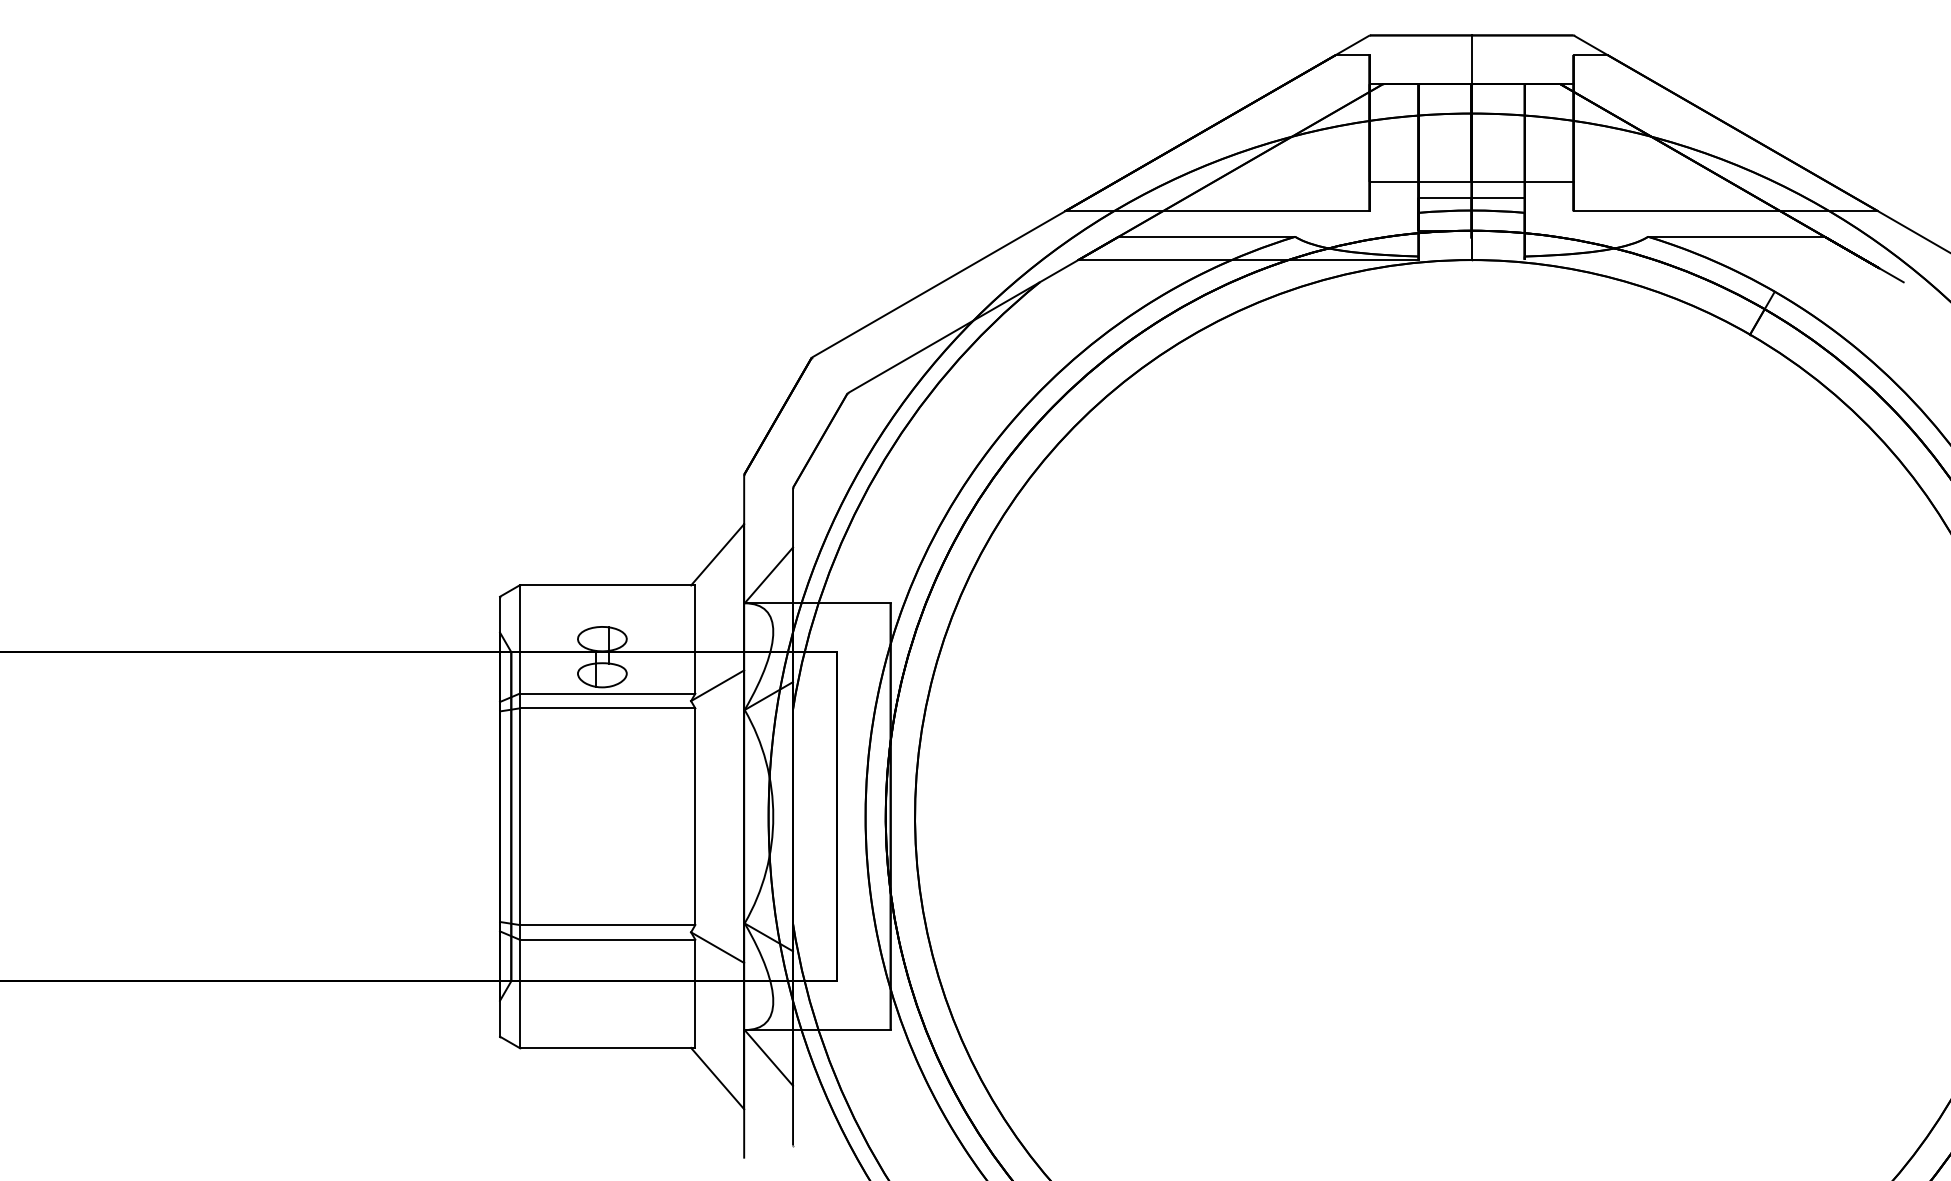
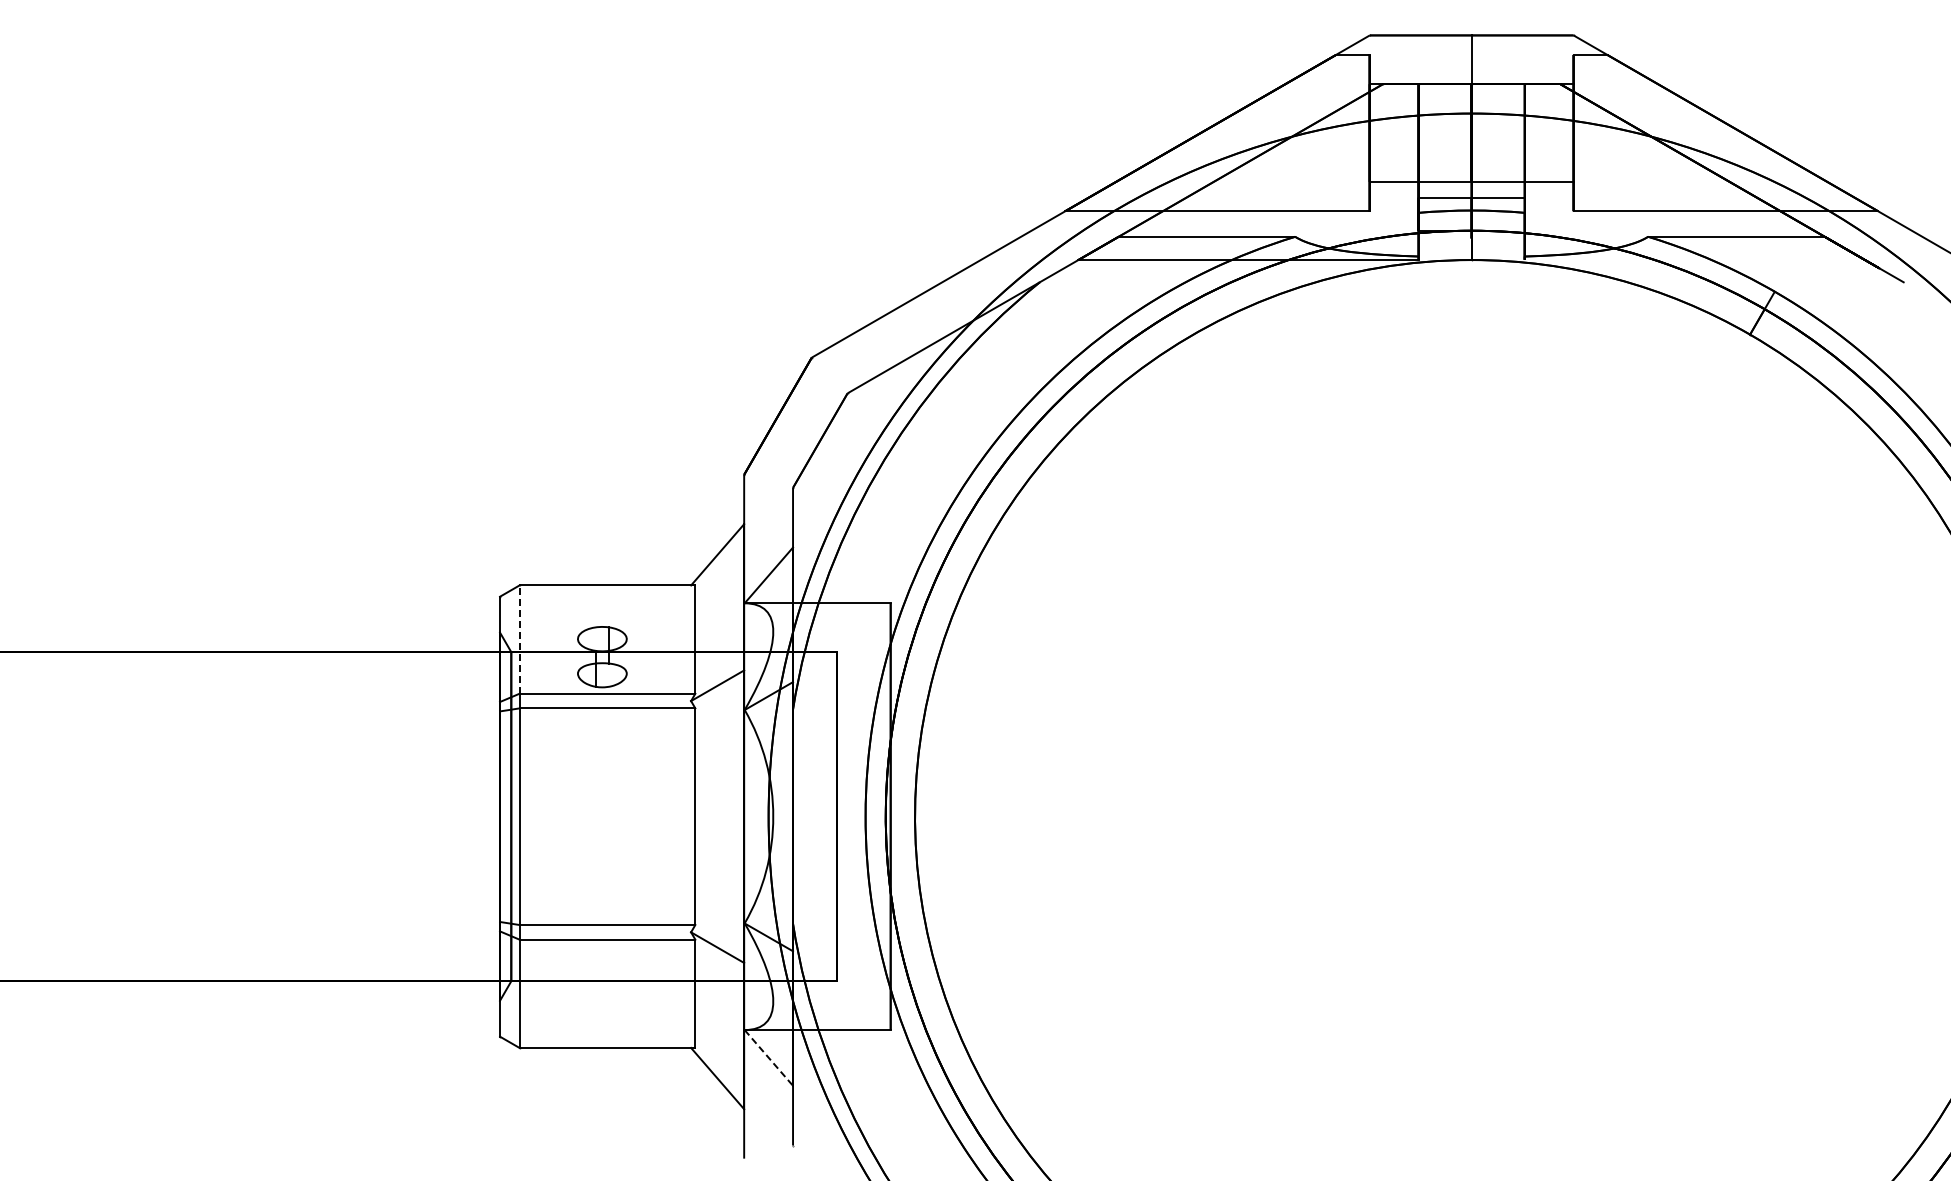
line at (519, 639): solid -> dashed
line at (768, 1057): solid -> dashed
